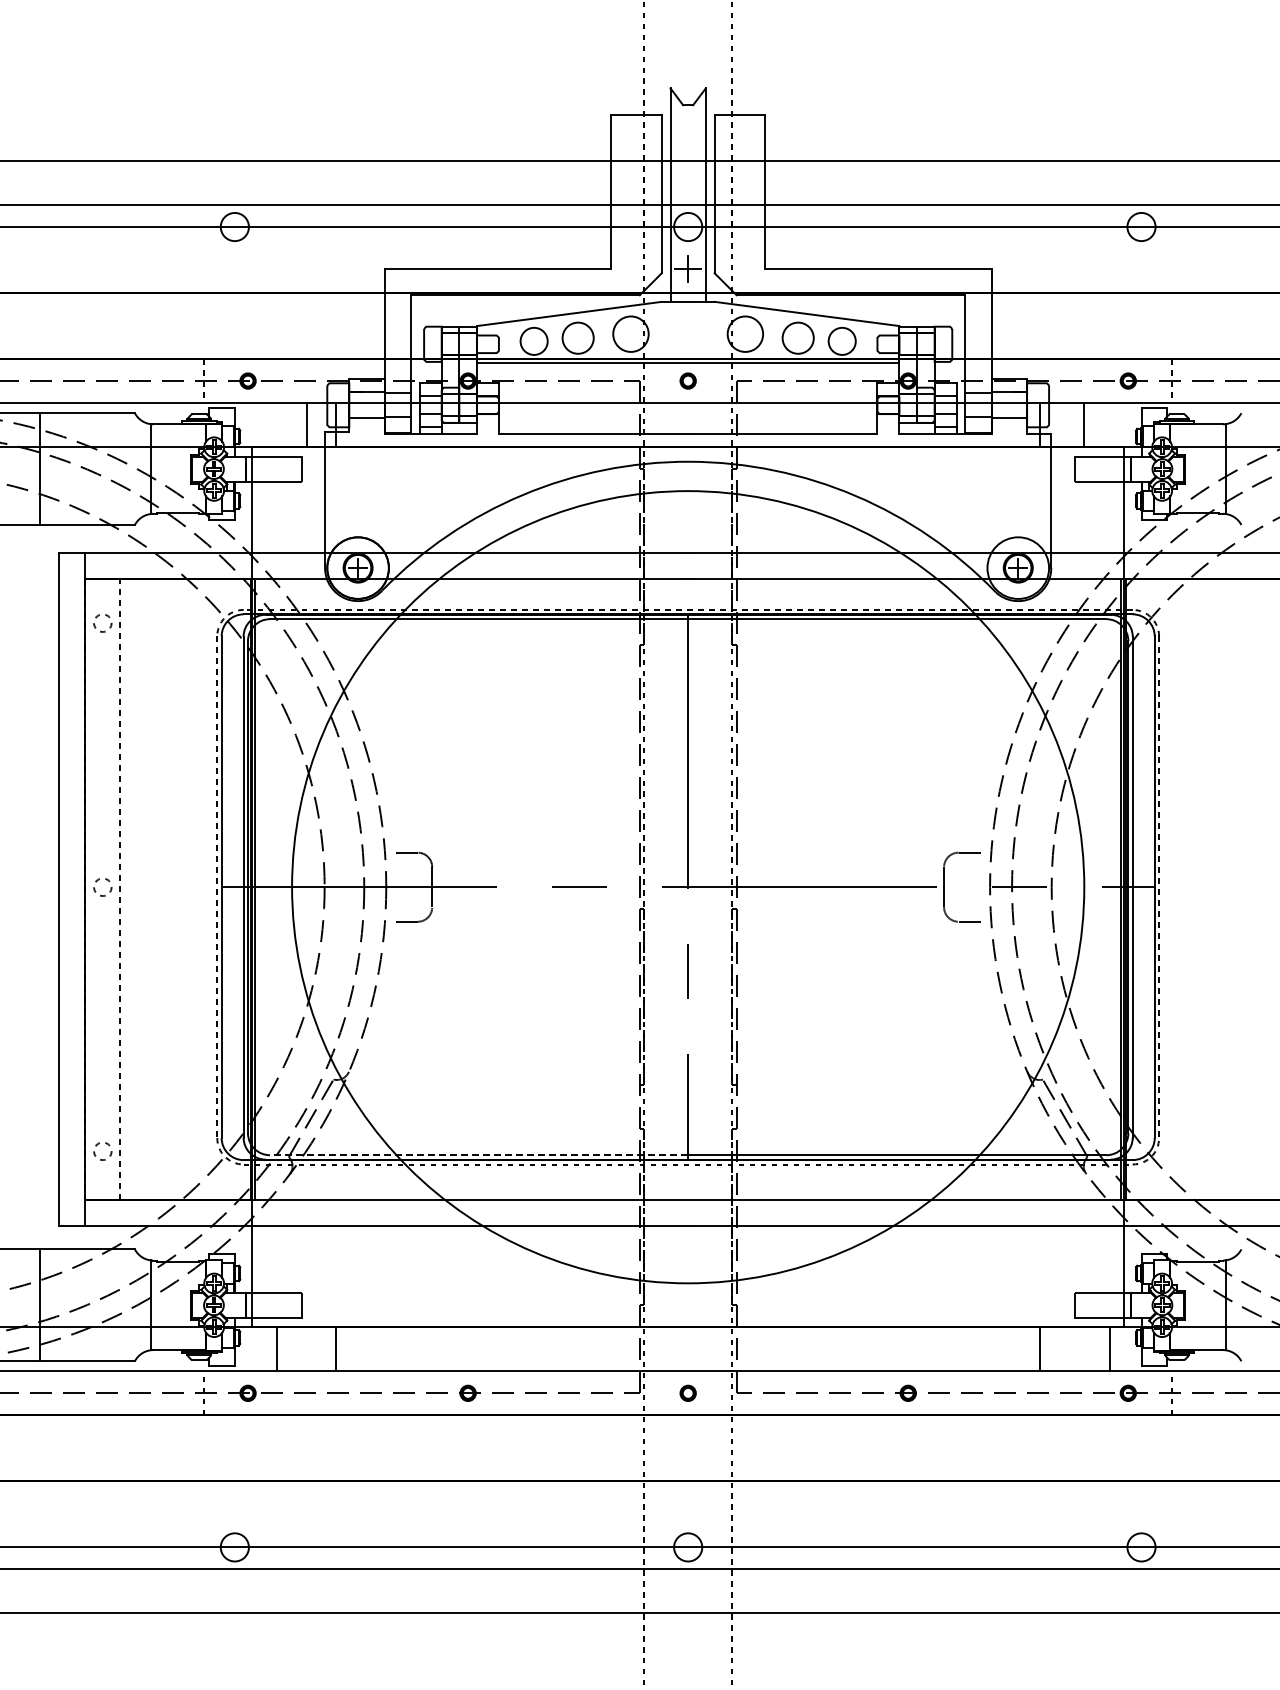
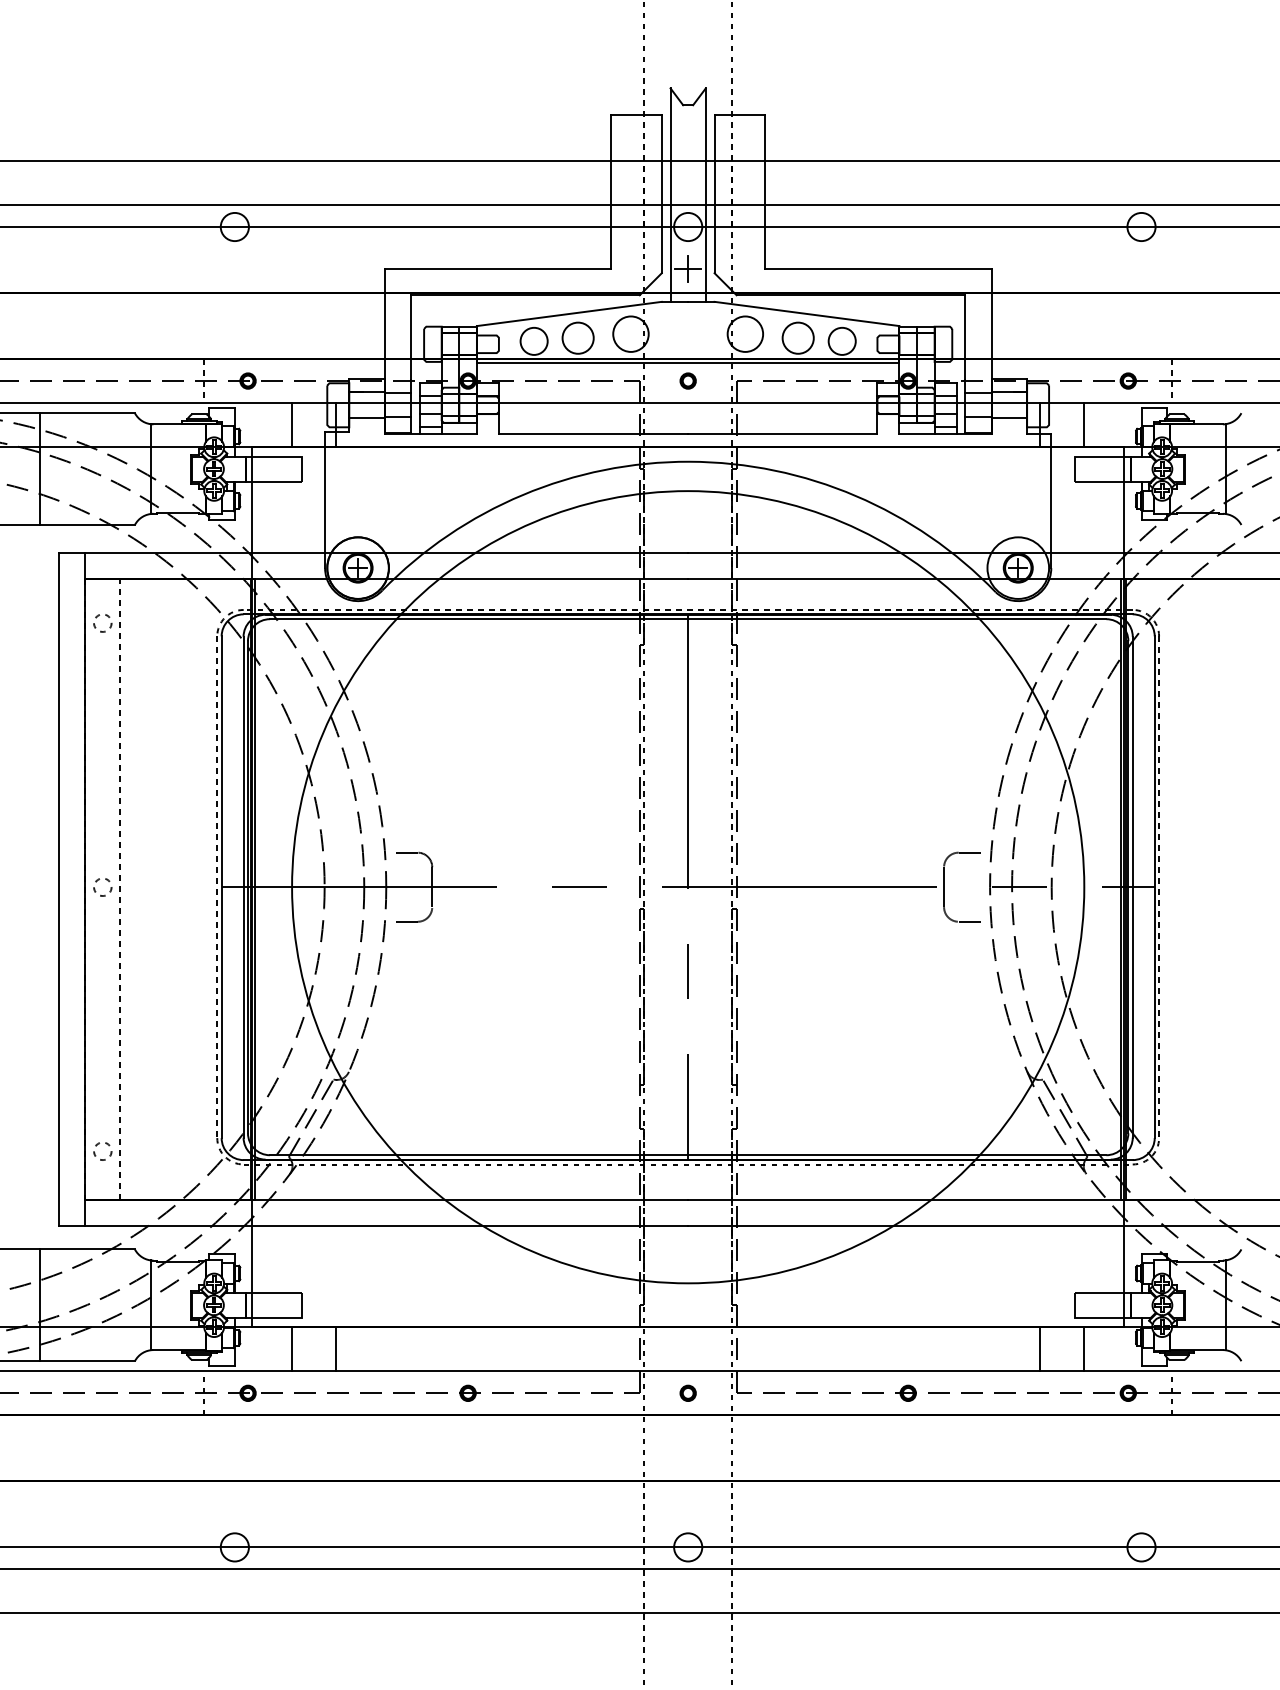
line at (307, 425) position: (307, 425) -> (292, 425)
line at (478, 1155): dashed -> solid
line at (277, 1349) position: (277, 1349) -> (292, 1349)
line at (1110, 1349) position: (1110, 1349) -> (1084, 1349)
